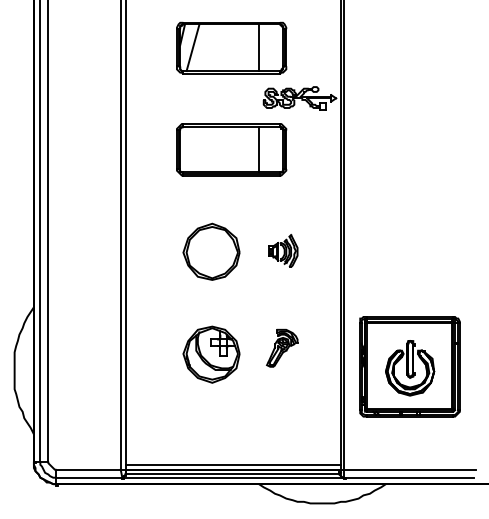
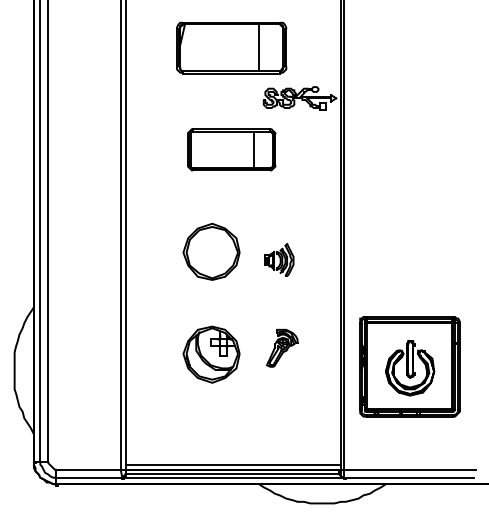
line at (192, 47): present -> none
part at (231, 149) size: 112x54 px -> 90x44 px
part at (283, 250) position: (283, 250) -> (279, 259)
